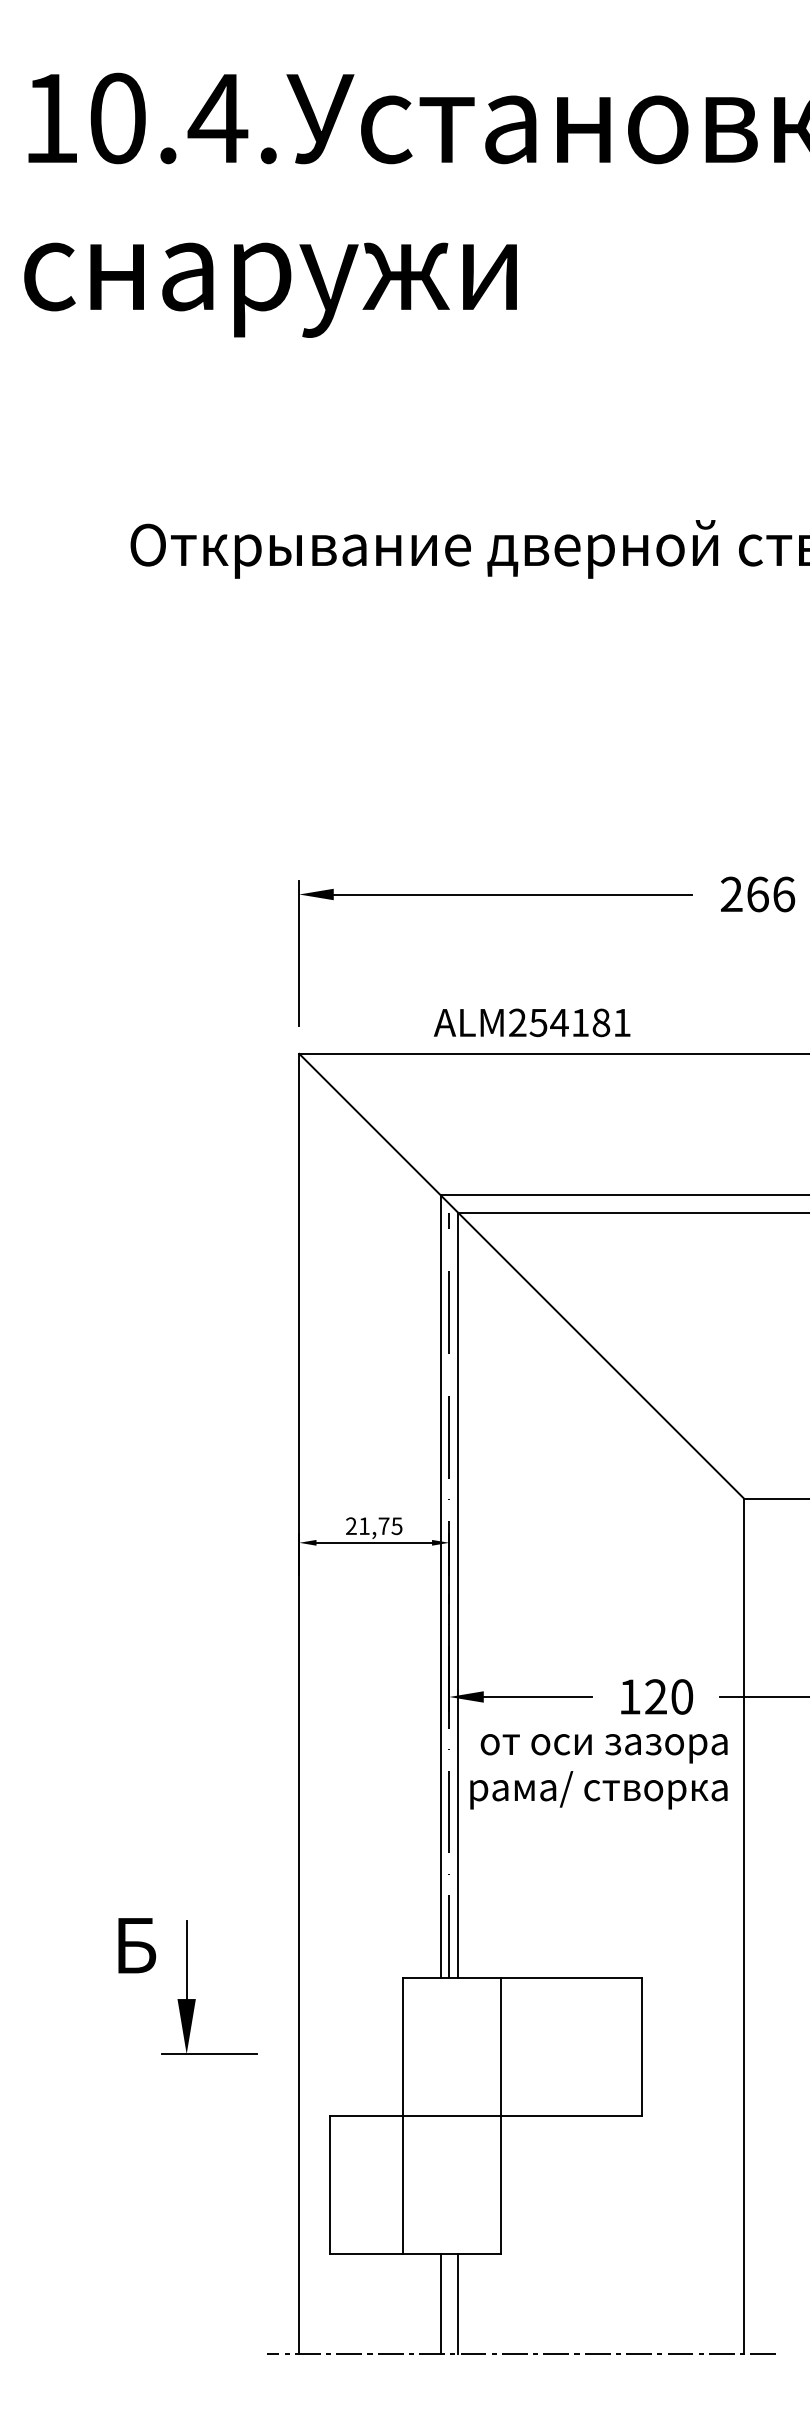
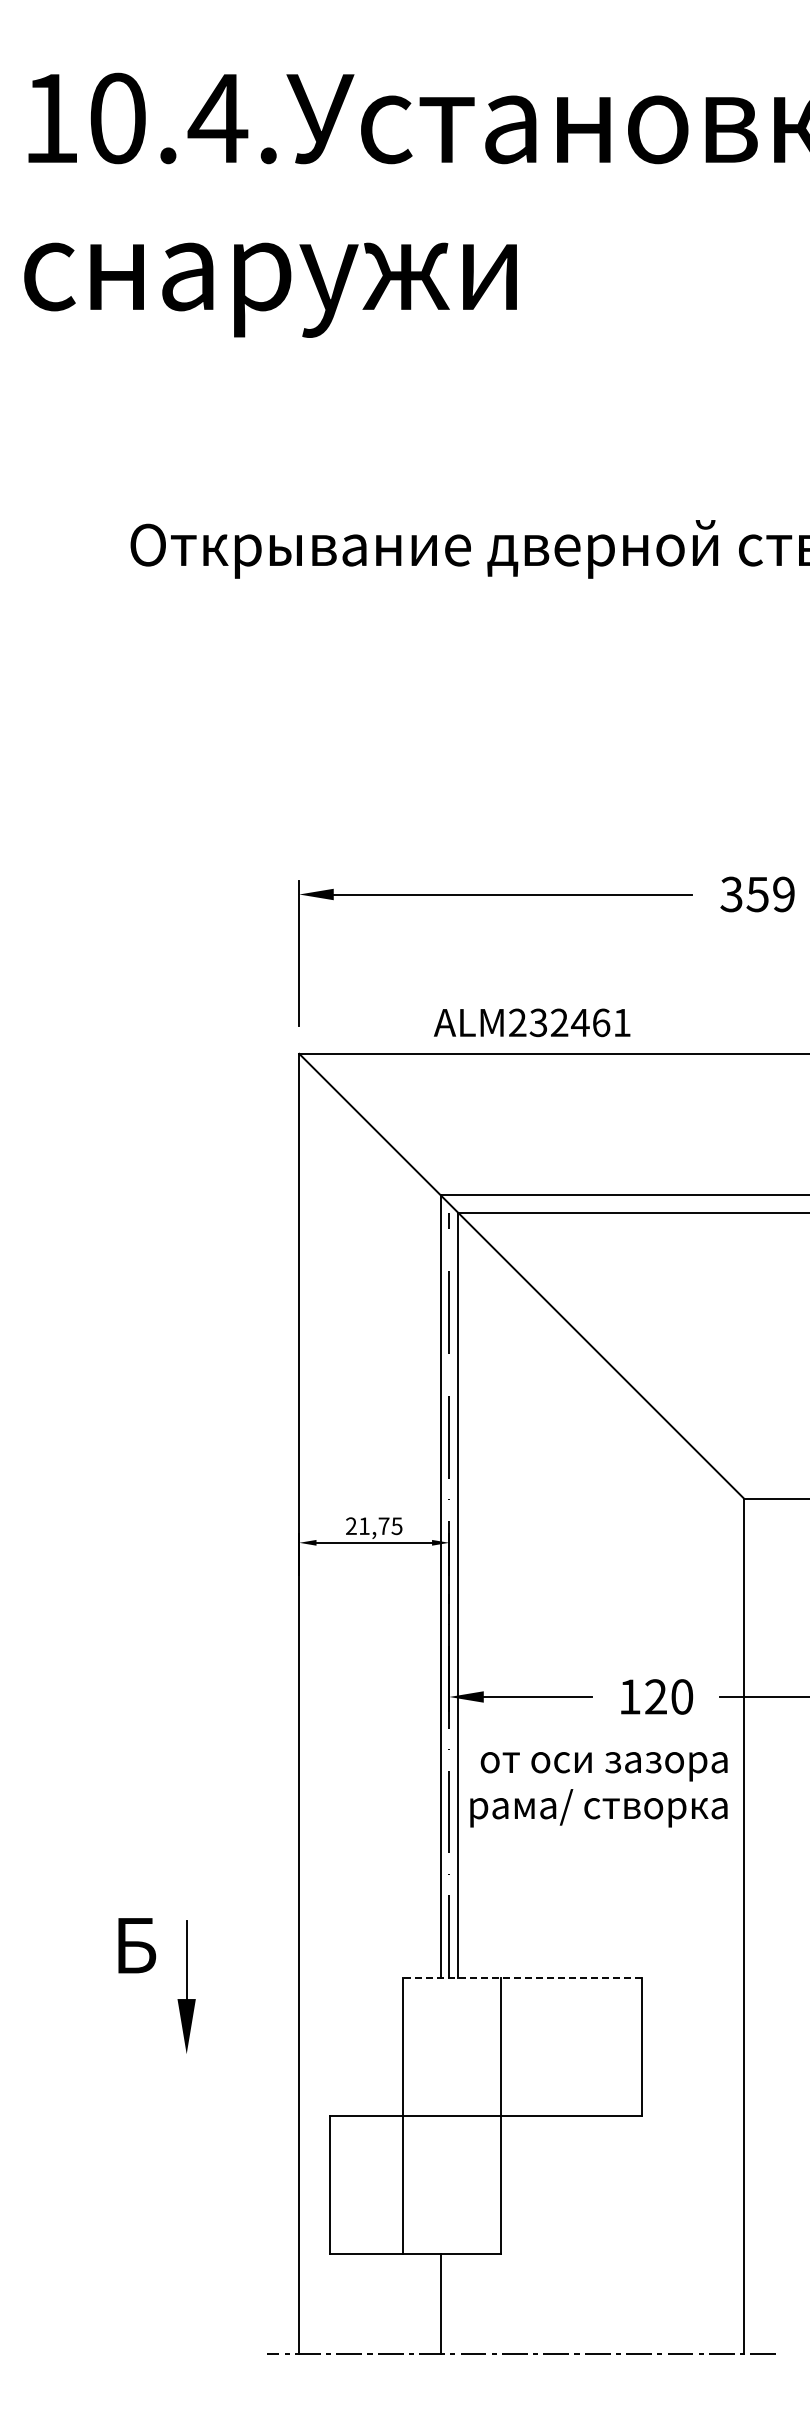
text at (757, 894): 266 -> 359
text at (570, 1022): ALM254181 -> ALM232461
text at (598, 1771) position: (598, 1771) -> (598, 1789)
line at (522, 1978): solid -> dashed
line at (208, 2054): present -> none
line at (457, 2304): present -> none
